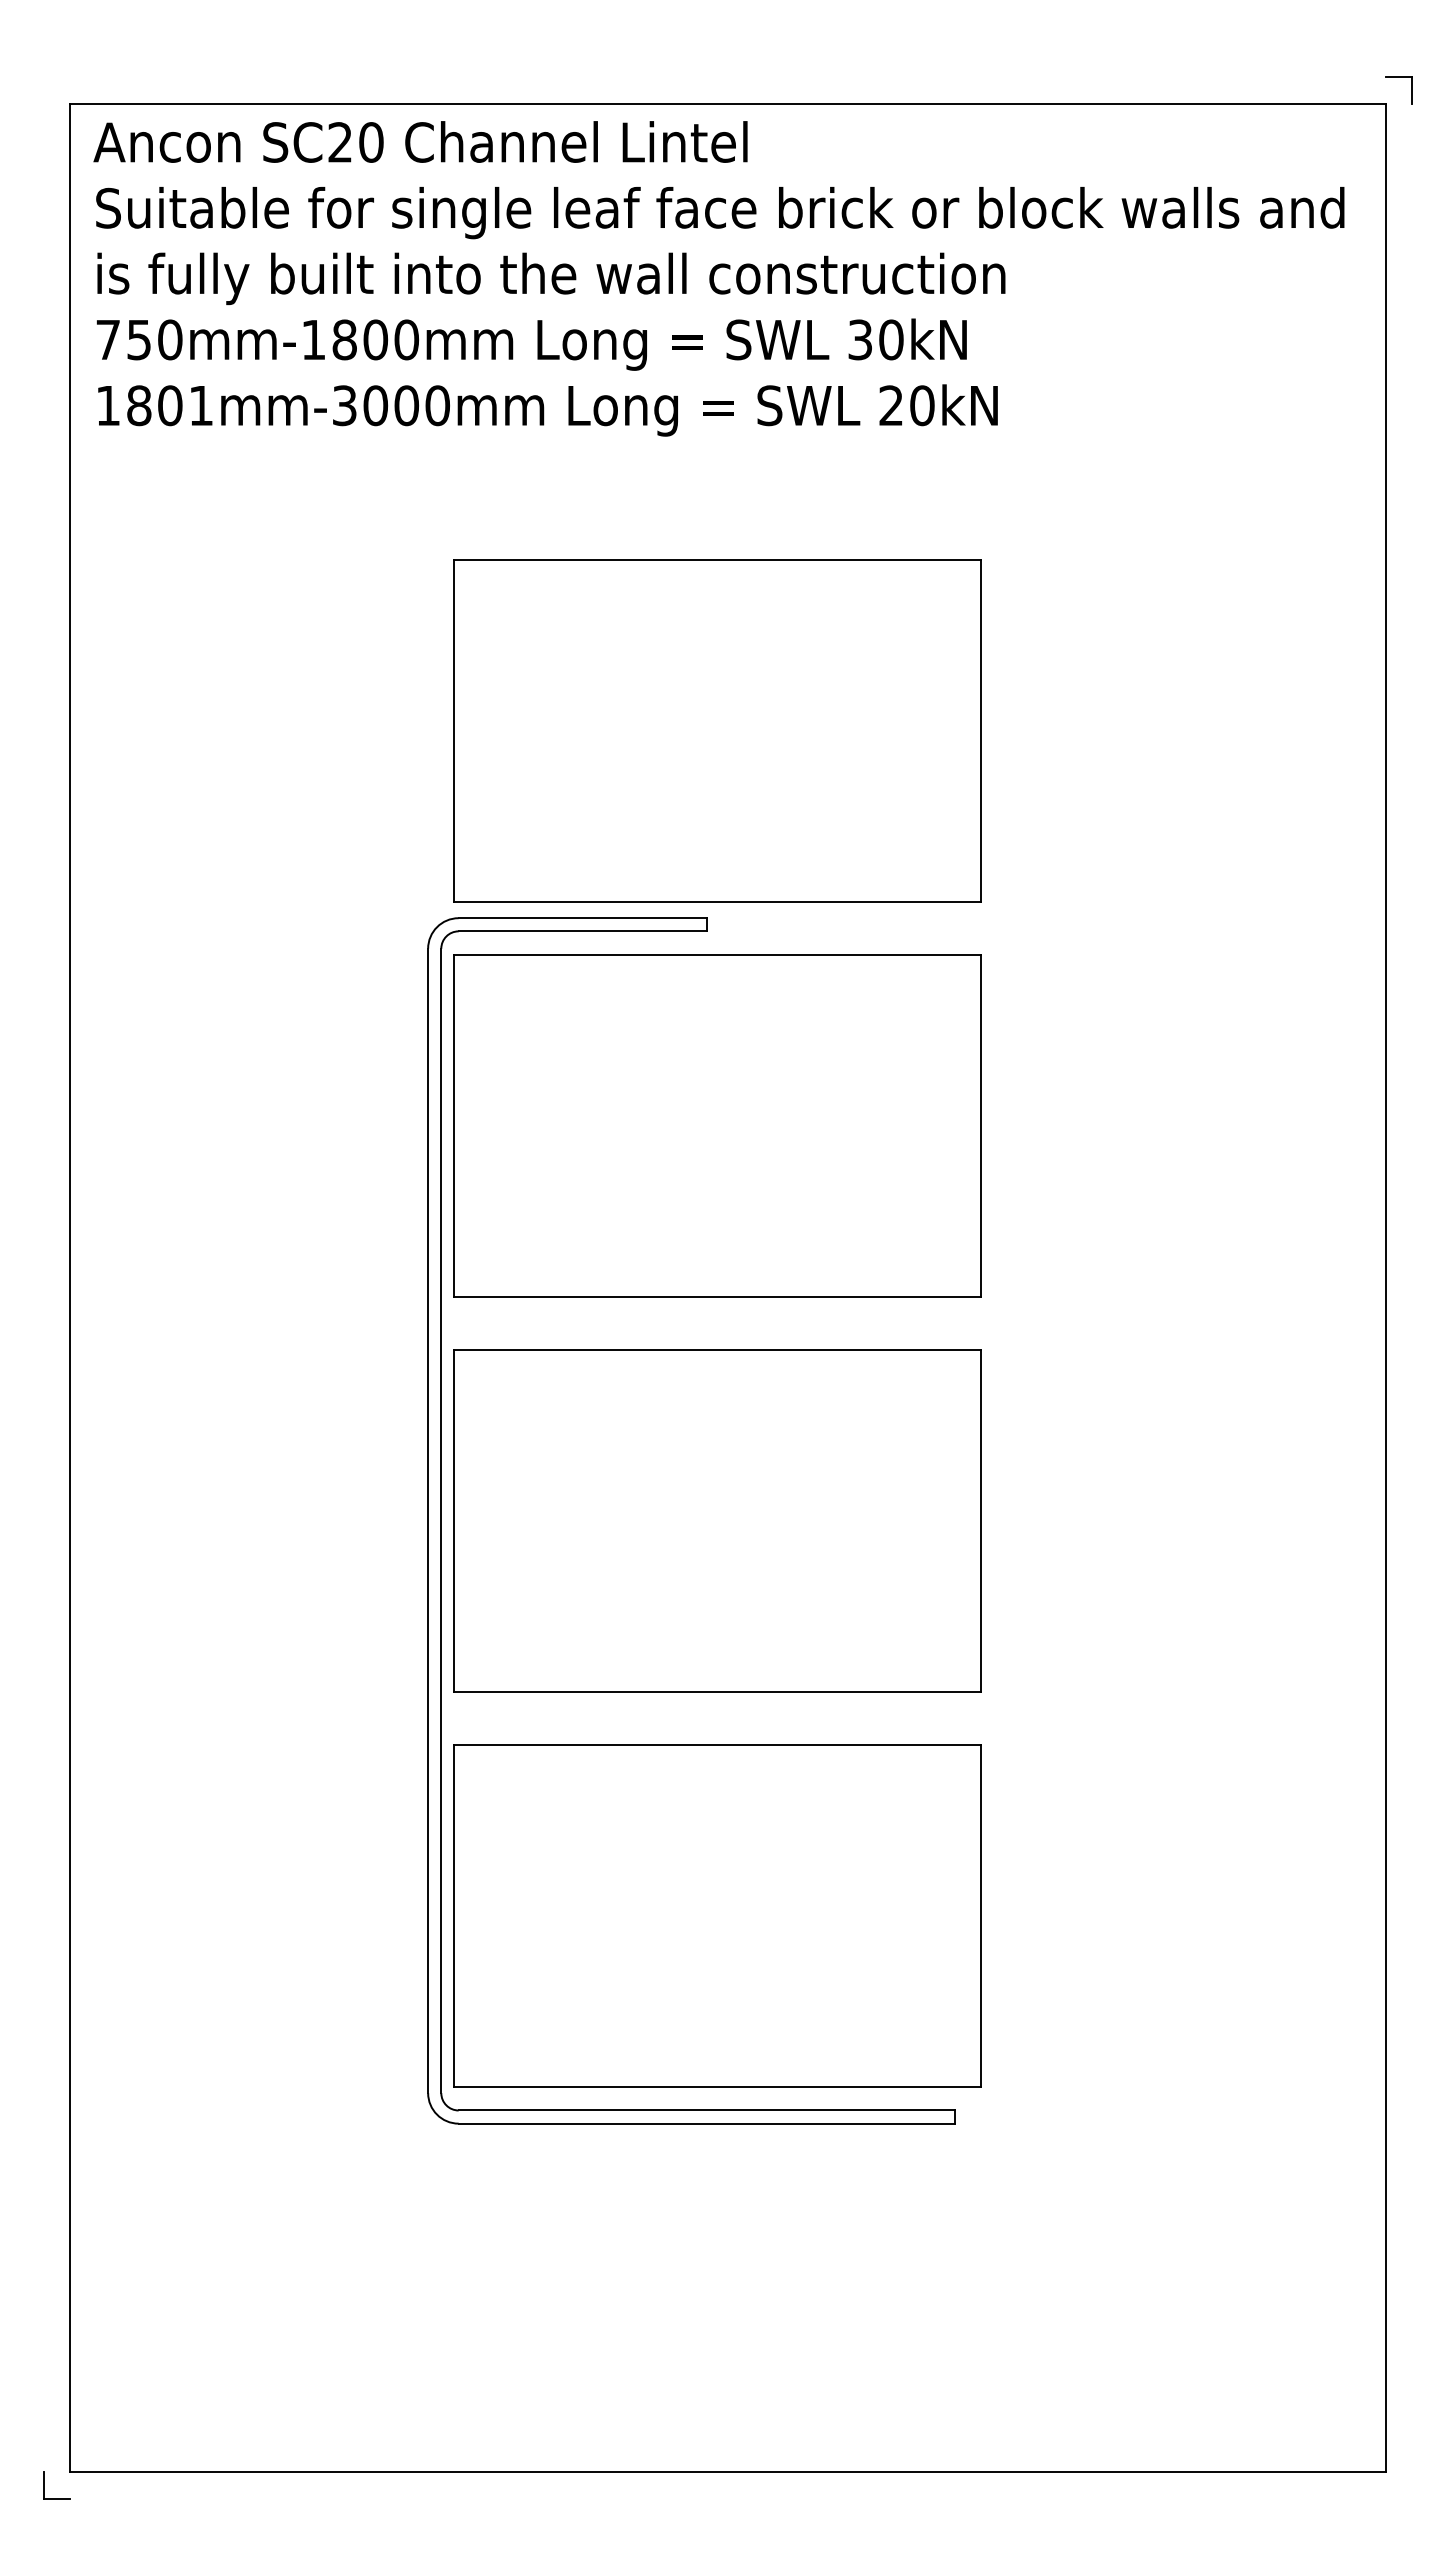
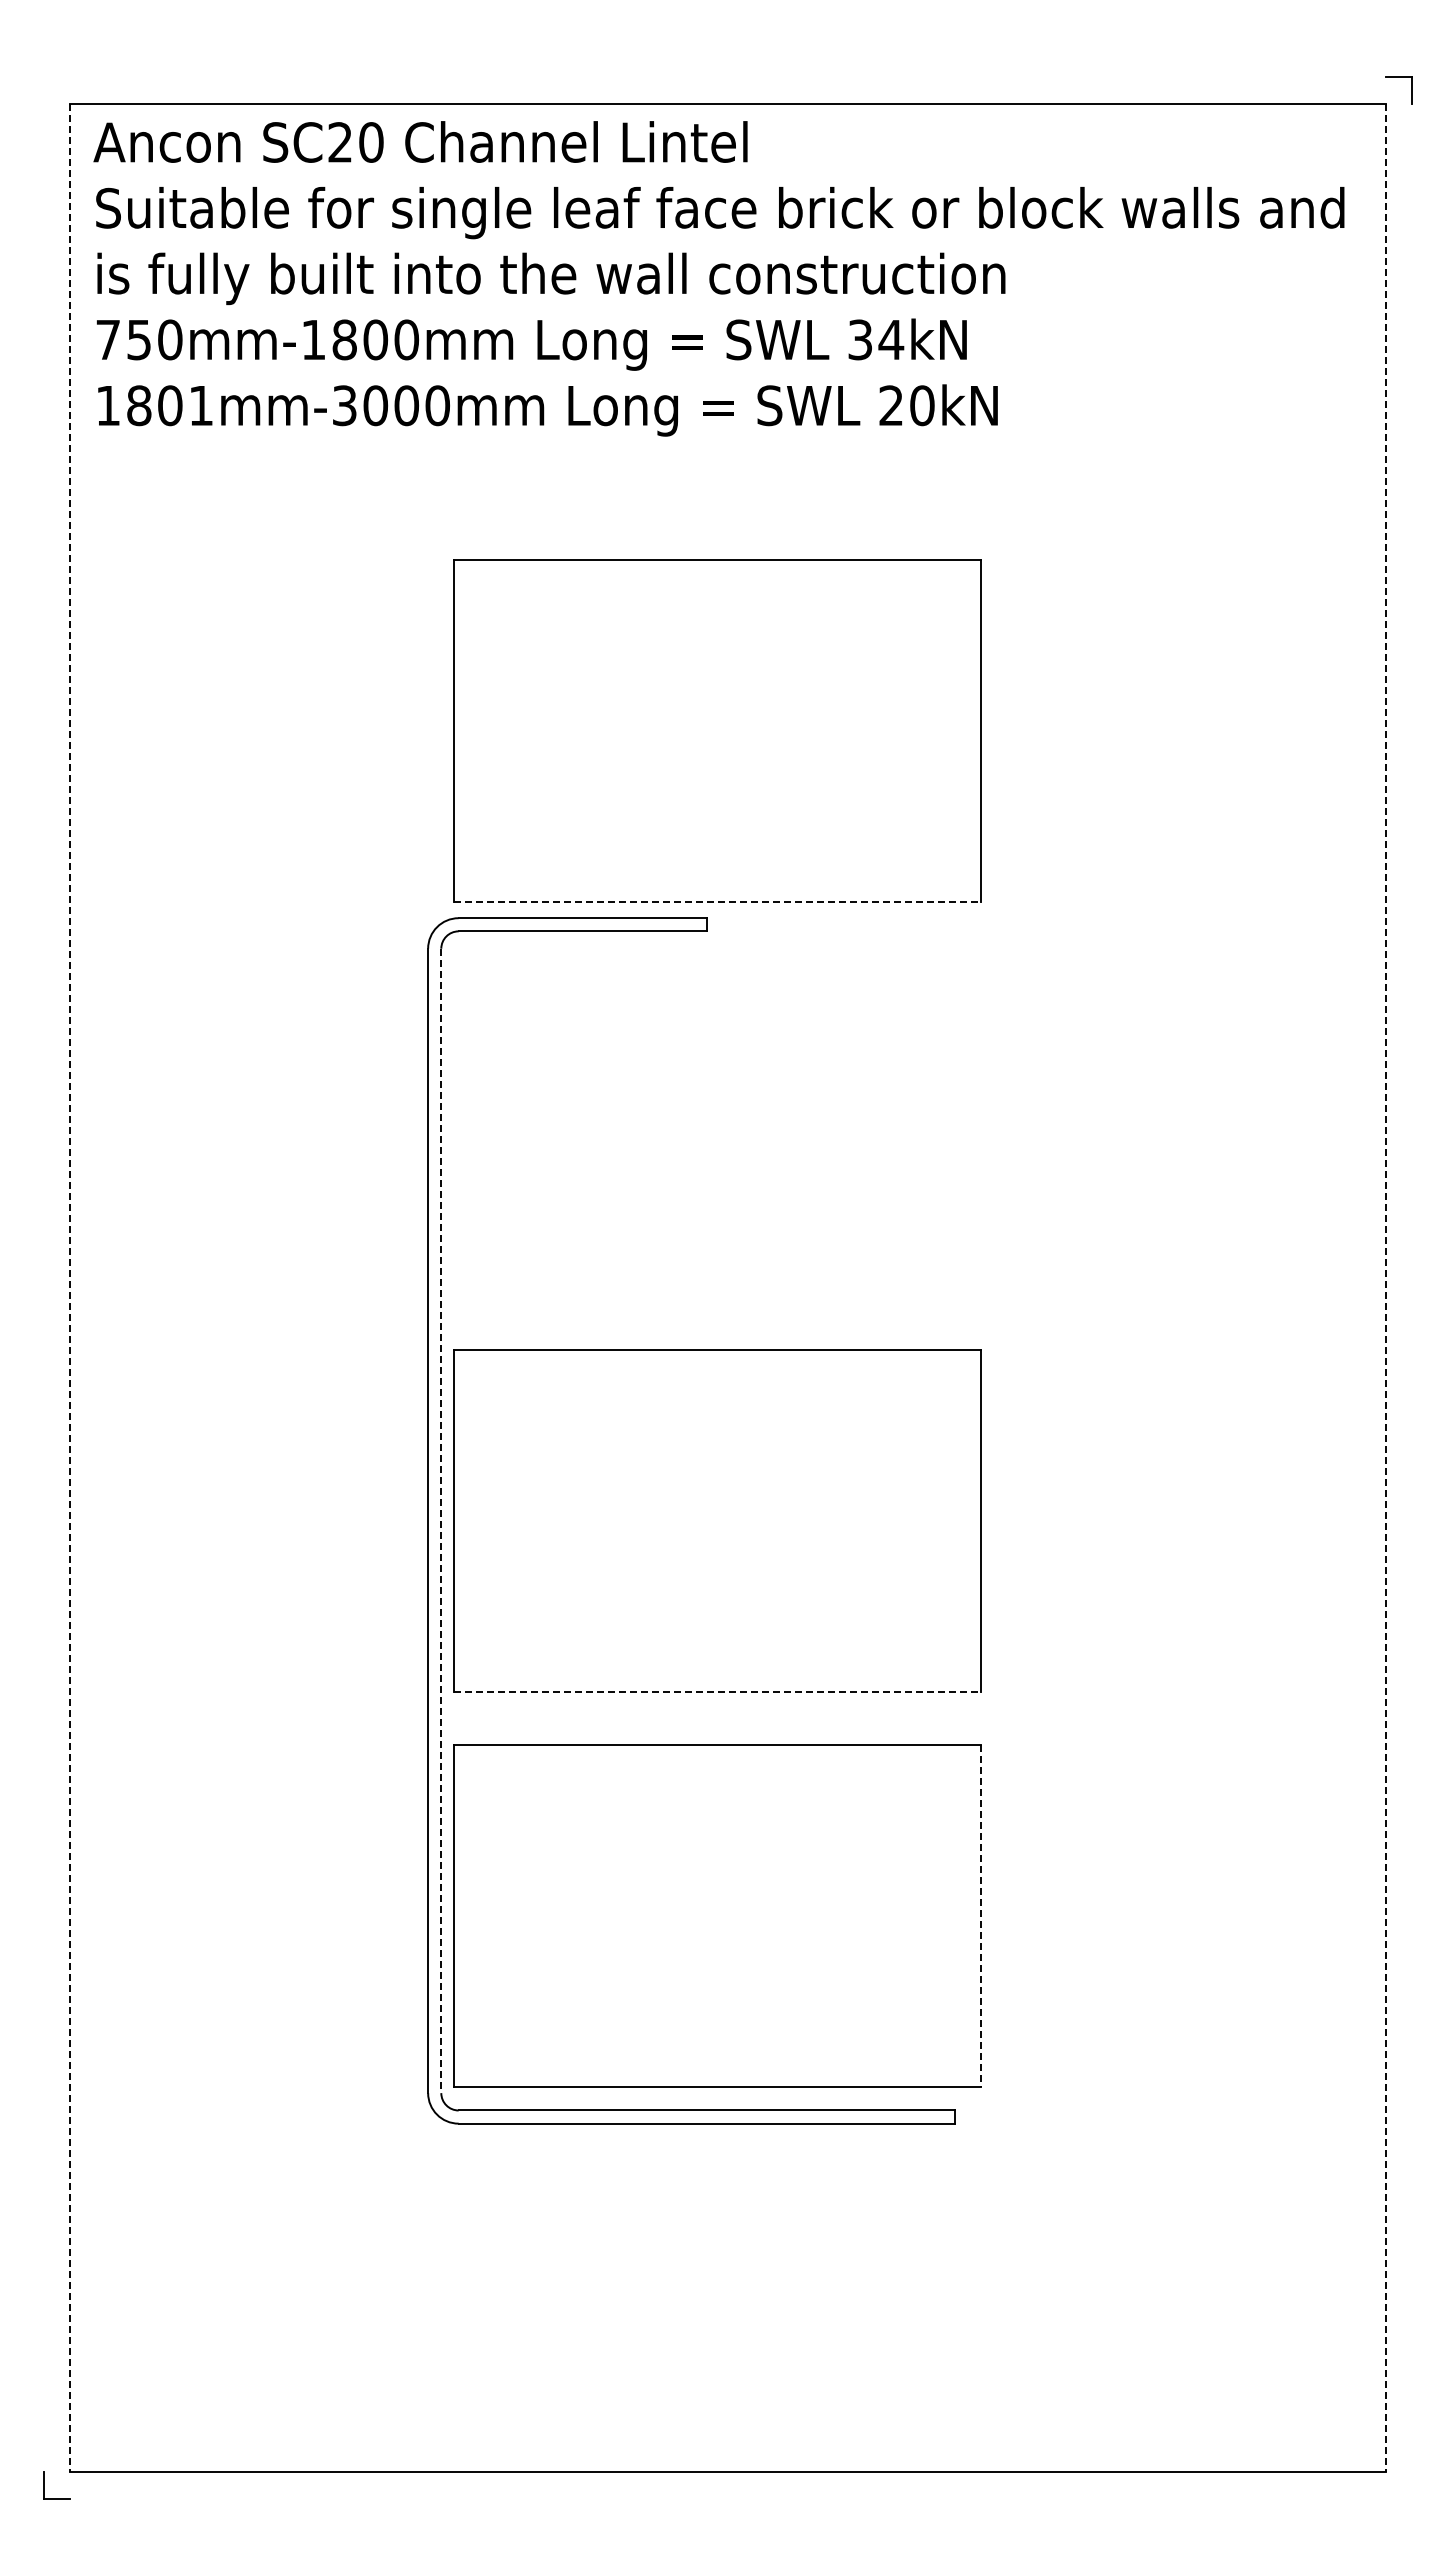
text at (891, 339): 30kN -> 34kN
line at (718, 902): solid -> dashed
part at (717, 1125): present -> none
line at (69, 1288): solid -> dashed
line at (1385, 1288): solid -> dashed
line at (441, 1521): solid -> dashed
line at (718, 1692): solid -> dashed
line at (980, 1916): solid -> dashed
